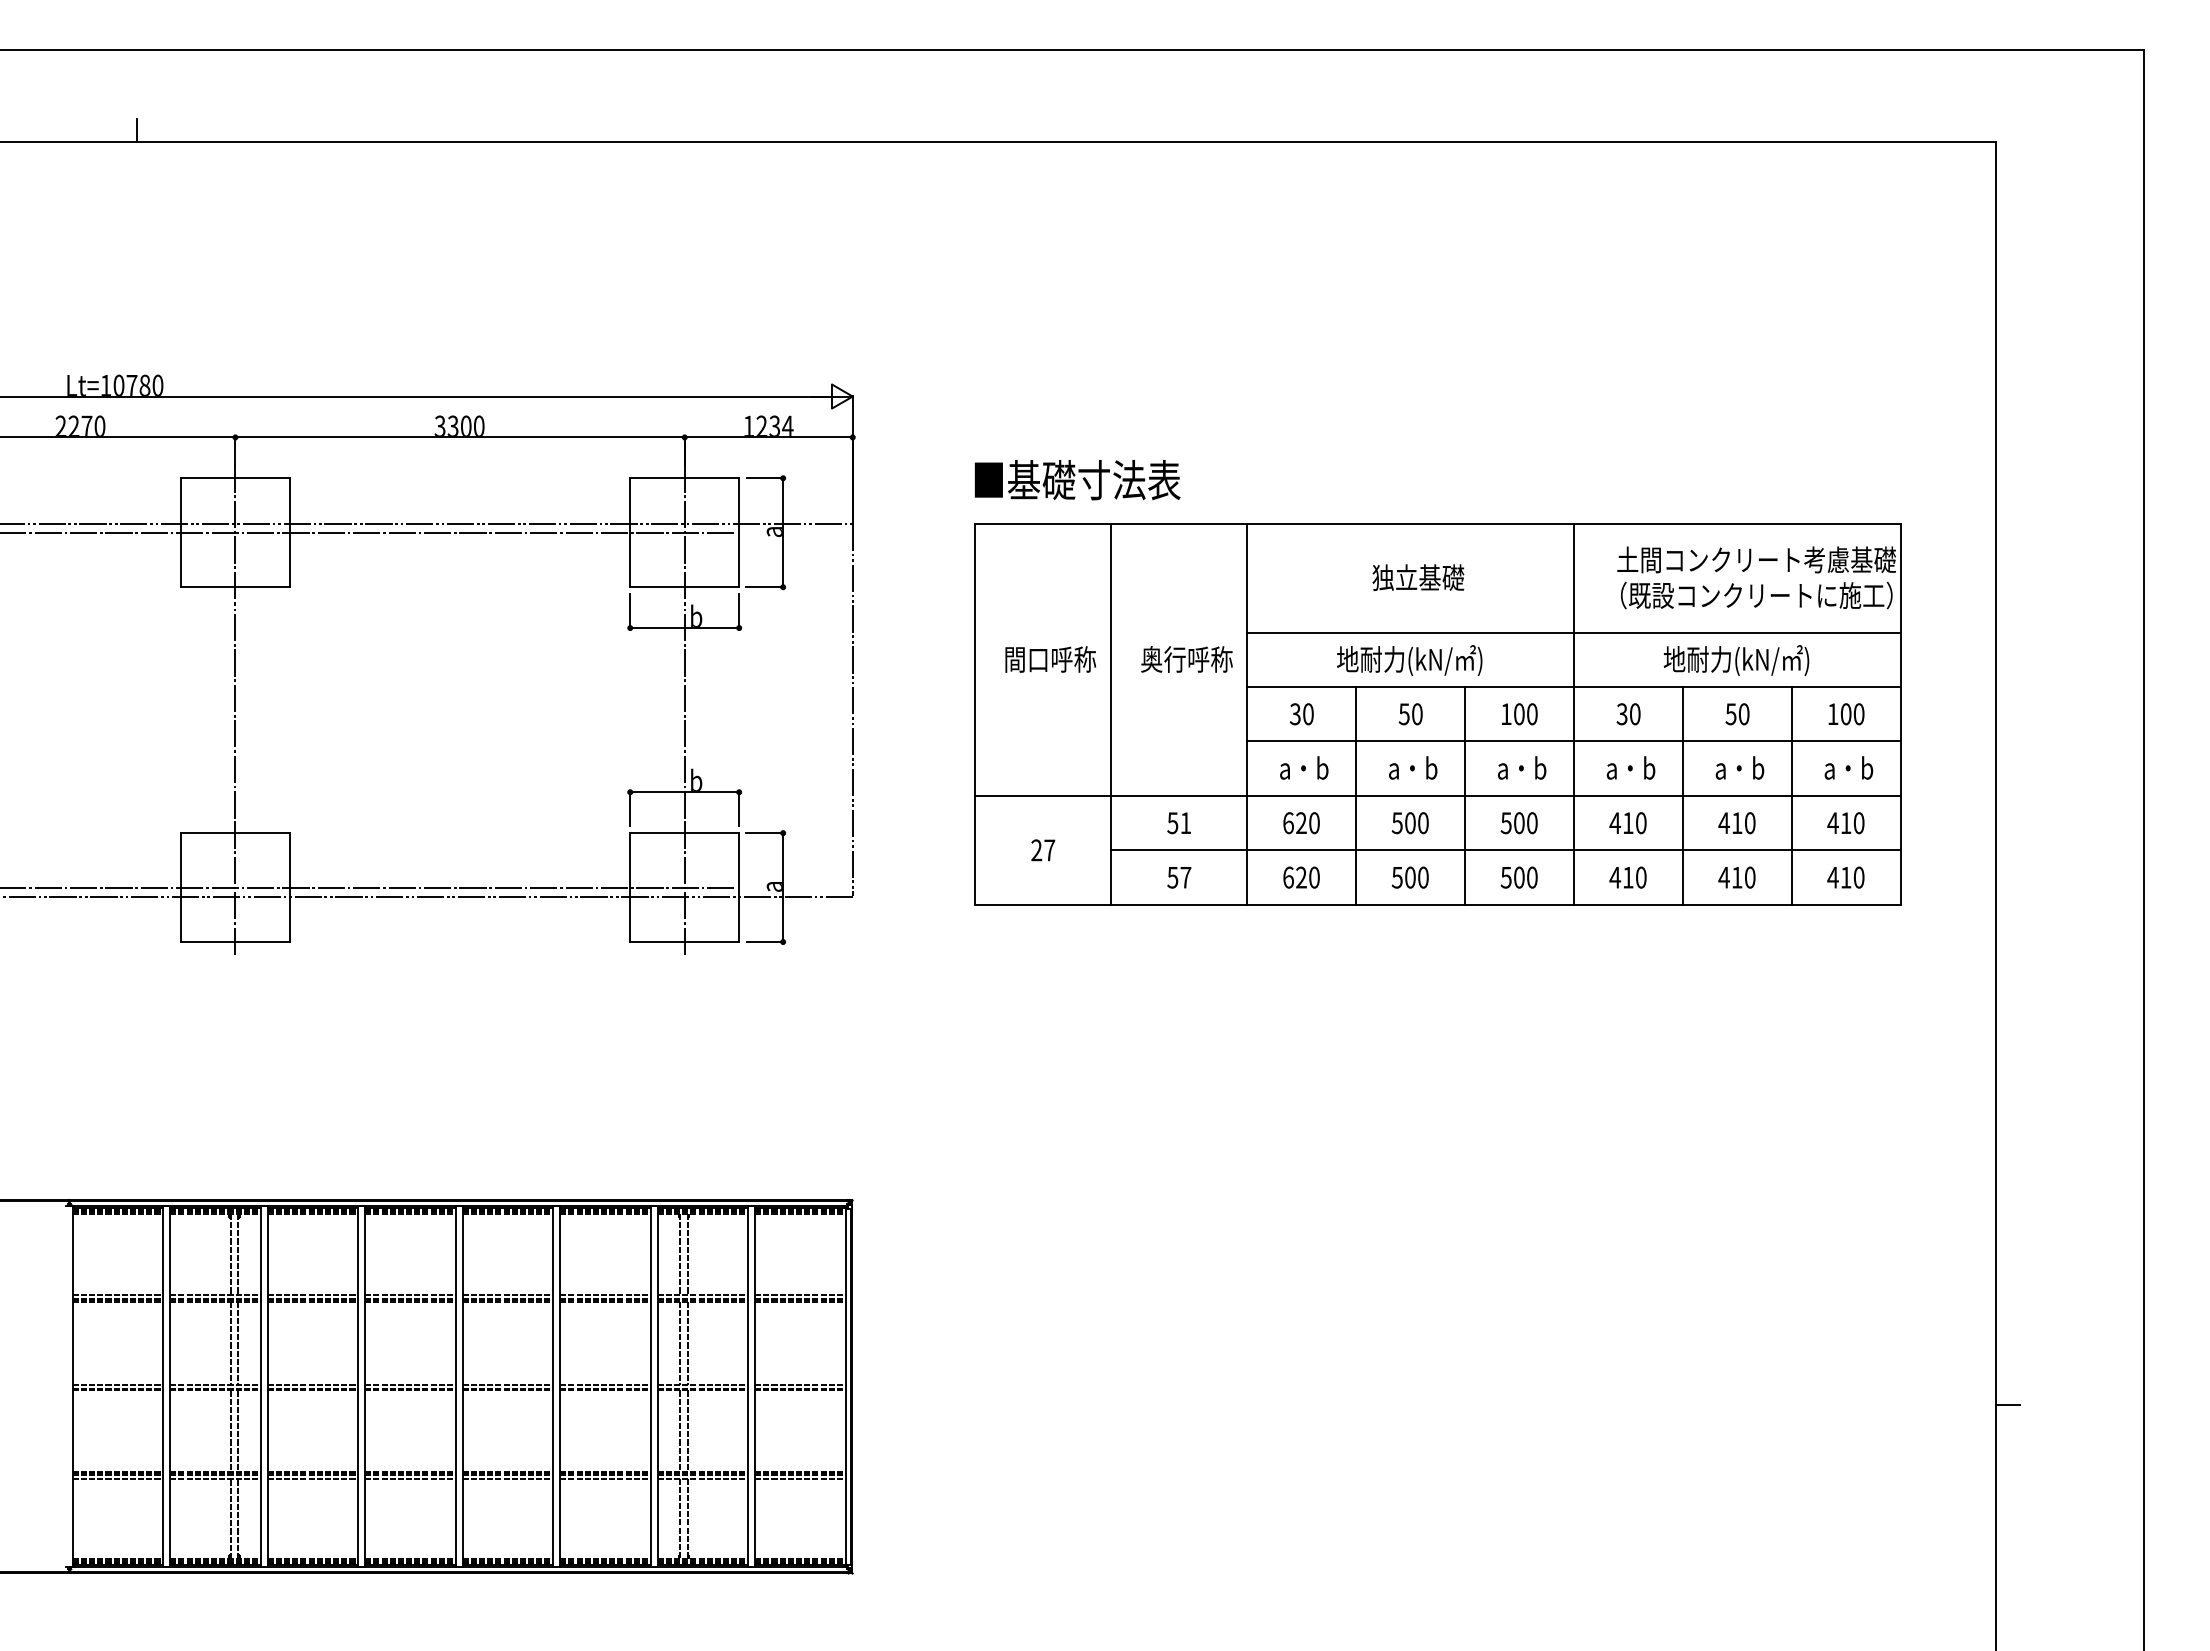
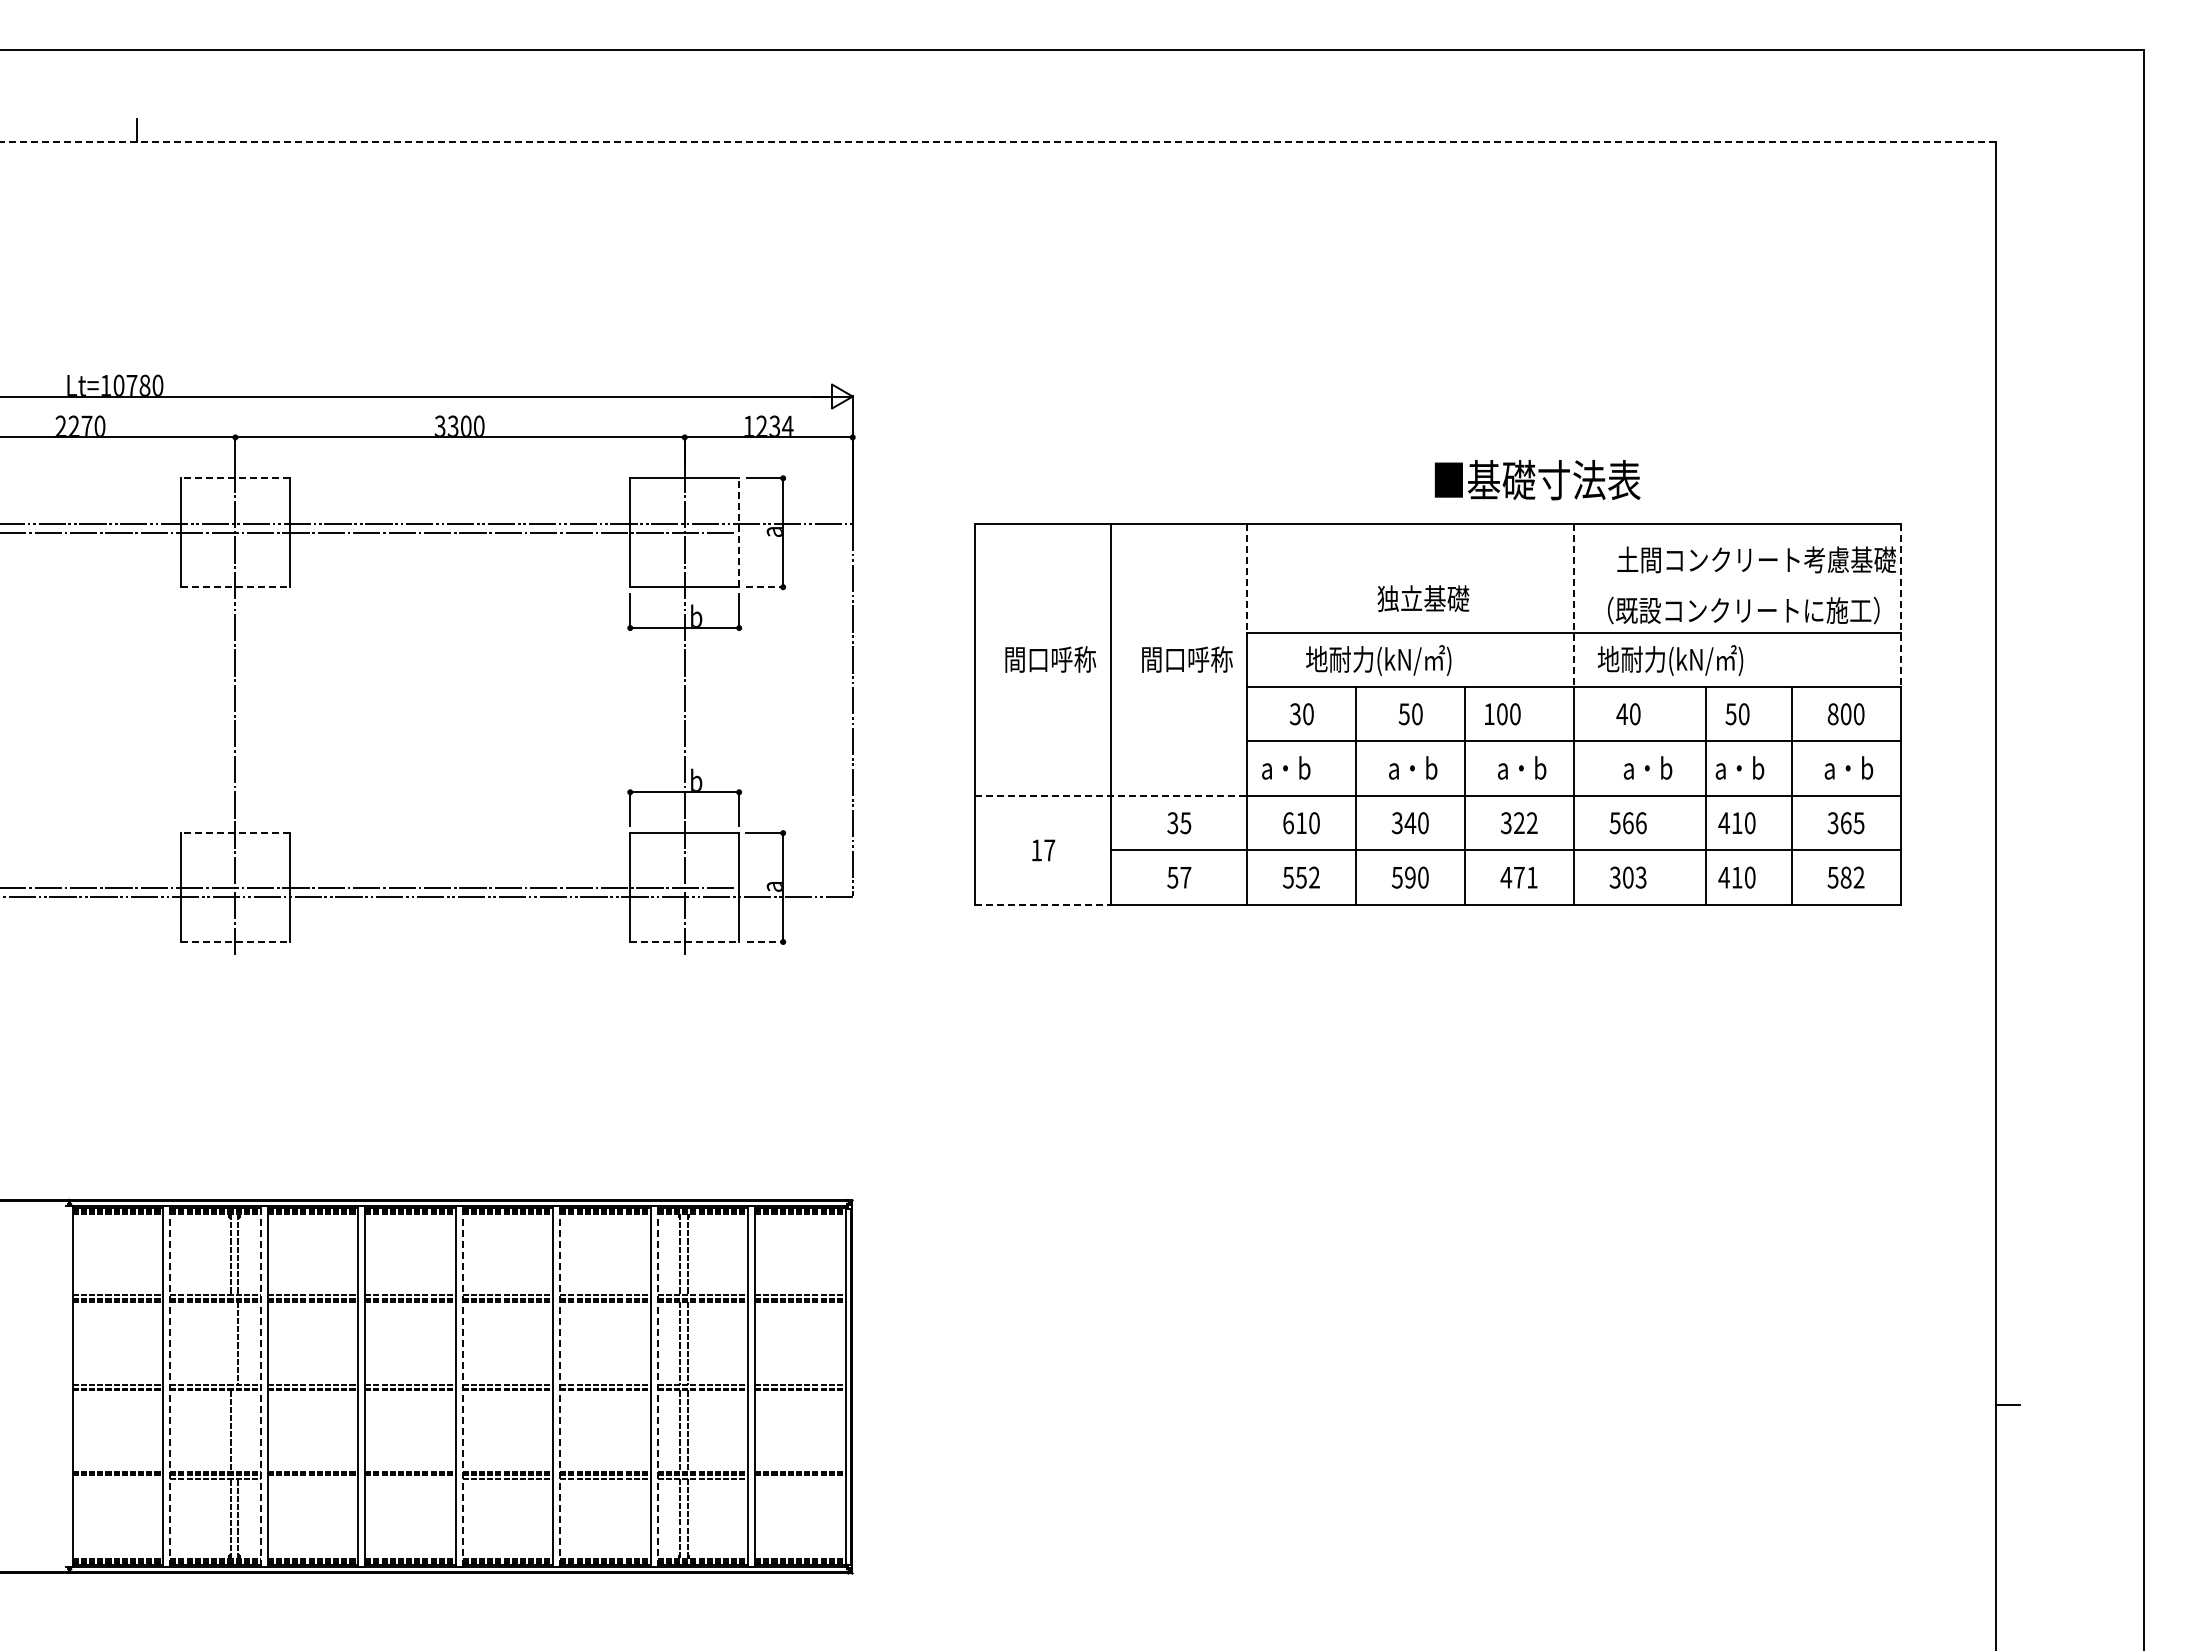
line at (998, 142): solid -> dashed
line at (234, 478): solid -> dashed
text at (1077, 480) position: (1077, 480) -> (1537, 480)
line at (739, 532): solid -> dashed
text at (1418, 577) position: (1418, 577) -> (1423, 598)
line at (1247, 578): solid -> dashed
line at (235, 587): solid -> dashed
line at (764, 587): solid -> dashed
text at (1756, 595) position: (1756, 595) -> (1743, 610)
line at (1573, 605): solid -> dashed
line at (1900, 605): solid -> dashed
text at (1163, 659): 奥行呼称 -> 間口呼称
text at (1409, 660) position: (1409, 660) -> (1378, 660)
text at (1736, 660) position: (1736, 660) -> (1670, 660)
text at (1519, 714) position: (1519, 714) -> (1502, 714)
text at (1621, 714): 30 -> 40
text at (1832, 714): 100 -> 800
text at (1304, 767) position: (1304, 767) -> (1286, 767)
text at (1630, 767) position: (1630, 767) -> (1647, 767)
line at (1111, 795): solid -> dashed
line at (1682, 795) position: (1682, 795) -> (1705, 795)
text at (1301, 822): 620 -> 610
text at (1179, 823): 51 -> 35
text at (1404, 823): 500 -> 340
text at (1519, 823): 500 -> 322
text at (1627, 823): 410 -> 566
text at (1845, 823): 410 -> 365
line at (234, 833): solid -> dashed
text at (1036, 850): 27 -> 17
text at (1301, 877): 620 -> 552
text at (1410, 877): 500 -> 590
text at (1518, 877): 500 -> 471
text at (1627, 877): 410 -> 303
text at (1845, 877): 410 -> 582
line at (1043, 904): solid -> dashed
line at (235, 942): solid -> dashed
line at (685, 942): solid -> dashed
line at (765, 942): solid -> dashed
line at (230, 1342): present -> none
line at (170, 1386): solid -> dashed
line at (260, 1386): solid -> dashed
line at (462, 1386): solid -> dashed
line at (560, 1386): solid -> dashed
line at (657, 1386): solid -> dashed
line at (238, 1430): present -> none
line at (117, 1478): present -> none
line at (312, 1478): present -> none
line at (410, 1478): present -> none
line at (800, 1478): present -> none
